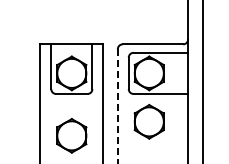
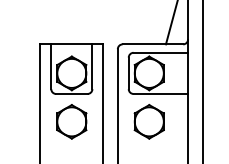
line at (171, 23): none -> present
line at (117, 106): dashed -> solid
part at (71, 135) position: (71, 135) -> (71, 121)
